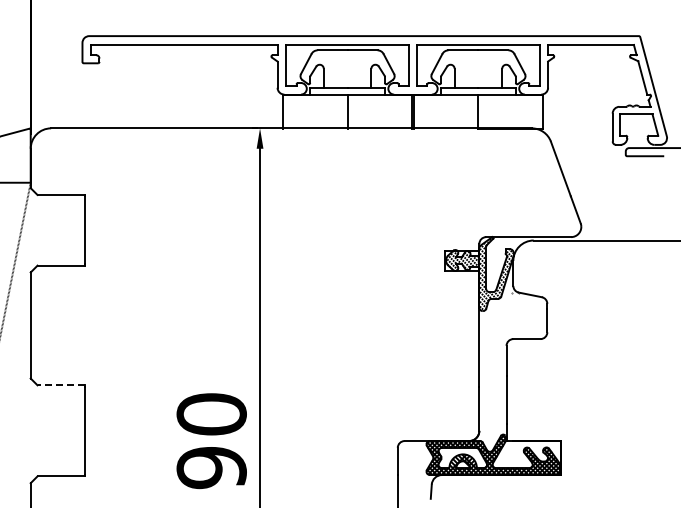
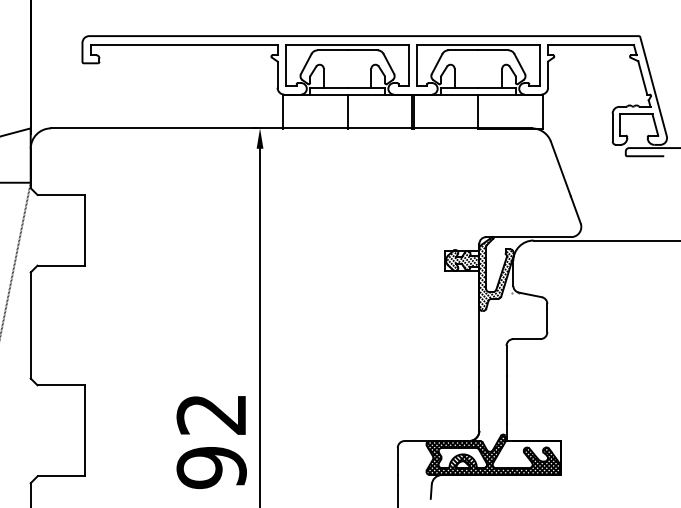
line at (61, 385): dashed -> solid
text at (211, 414): 90 -> 92
